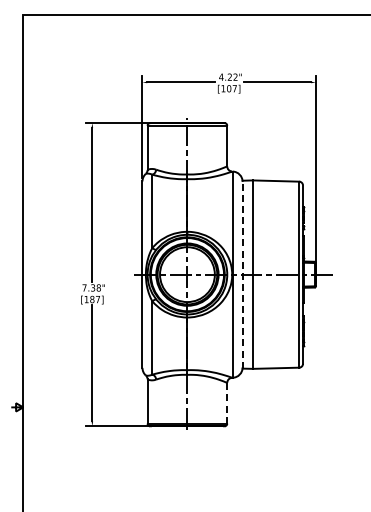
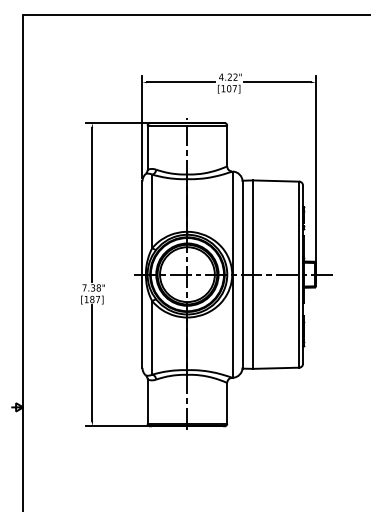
line at (242, 274): dashed -> solid
line at (227, 402): dashed -> solid
